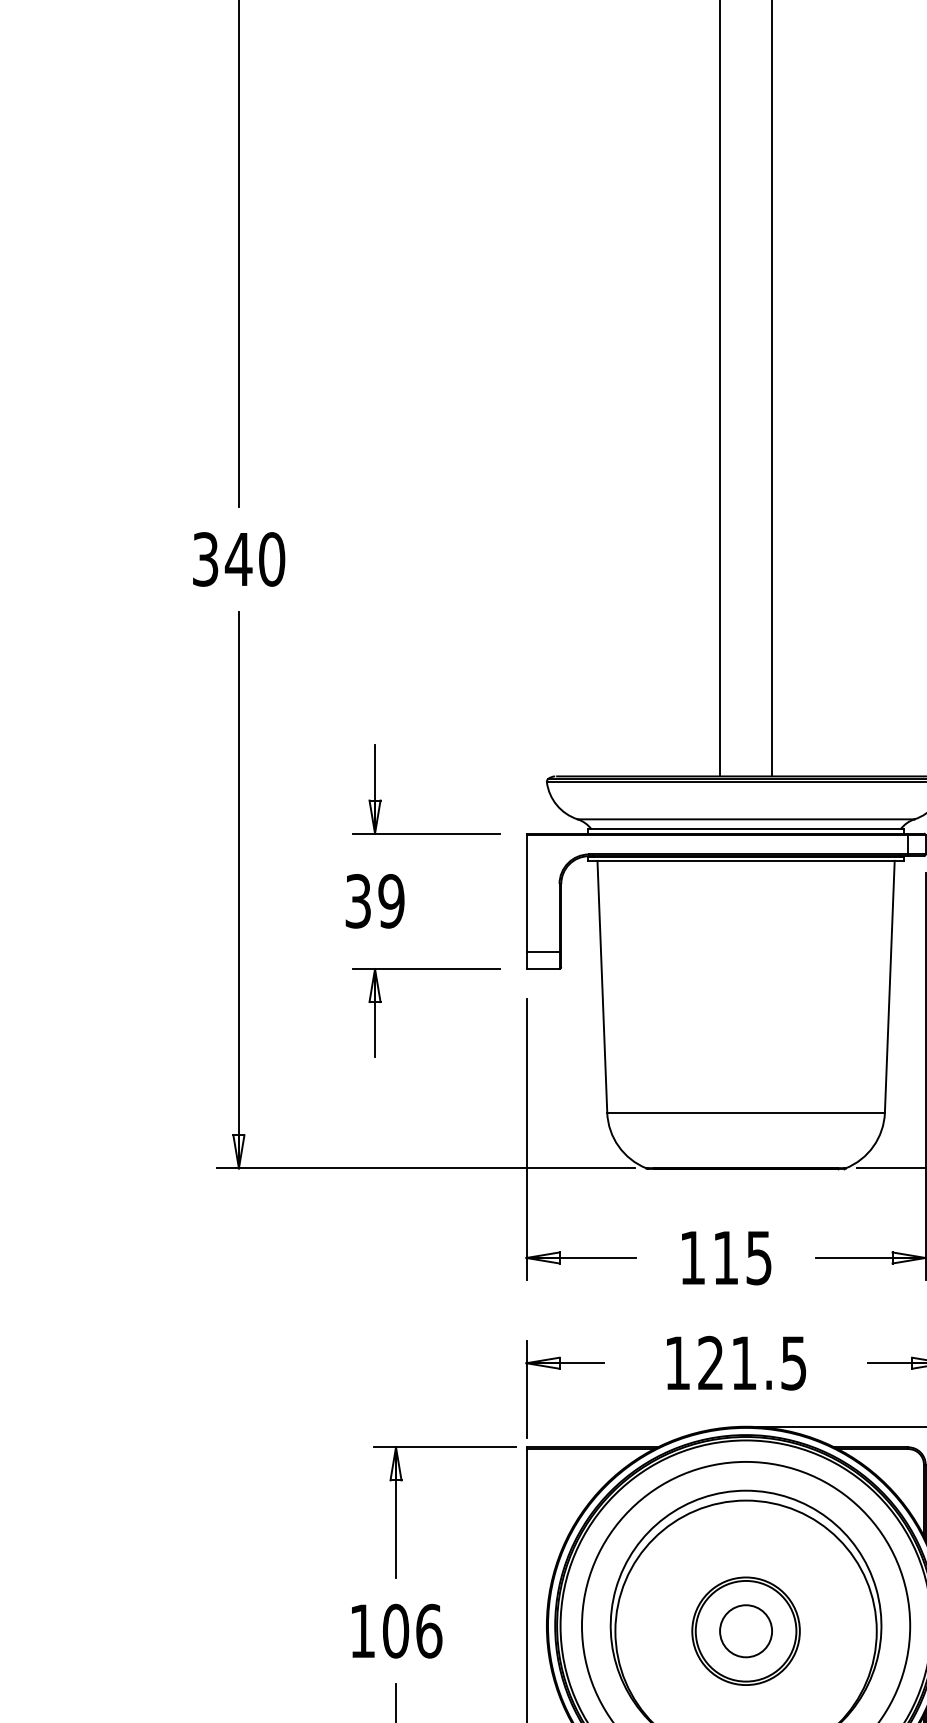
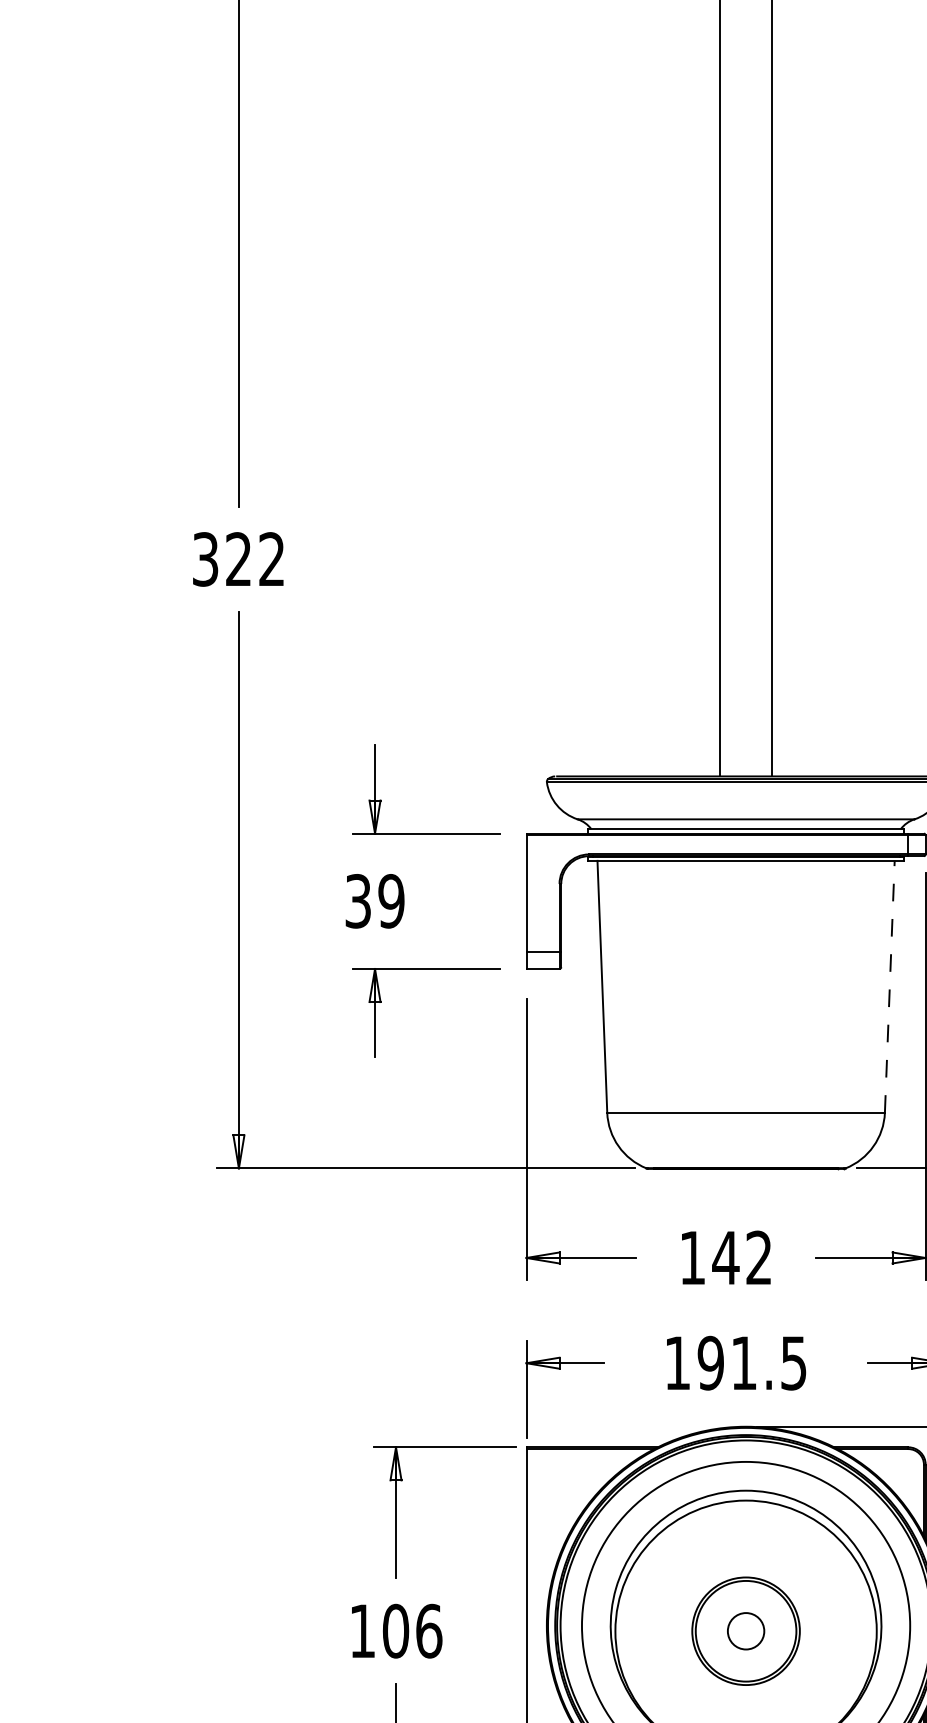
text at (254, 559): 340 -> 322
line at (889, 986): solid -> dashed
text at (741, 1257): 115 -> 142
text at (710, 1363): 121.5 -> 191.5
circle at (746, 1631) diameter: 52 px -> 36 px
